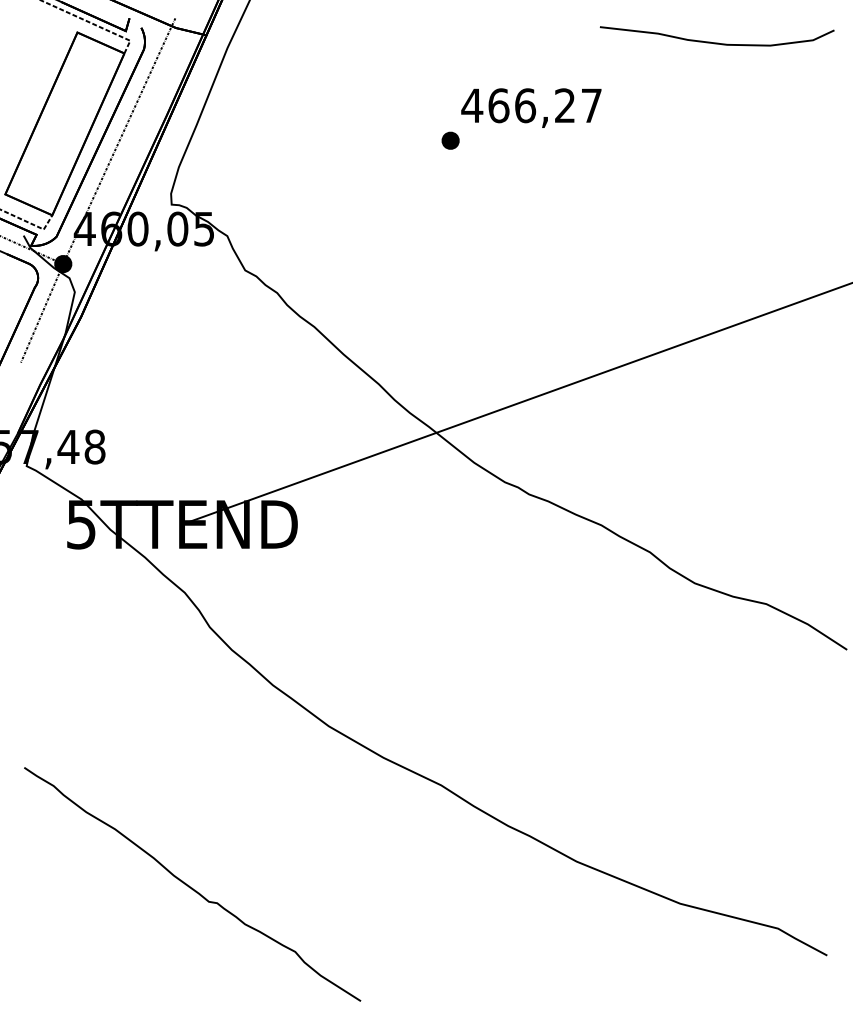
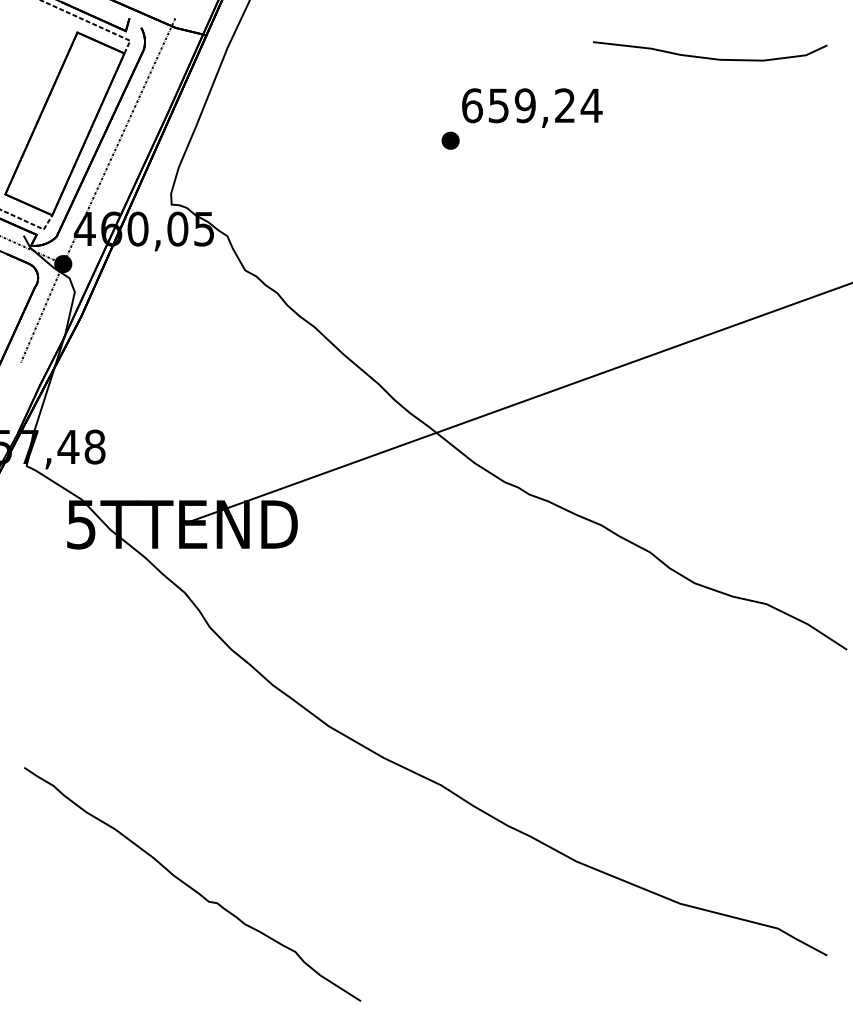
curve at (716, 42) position: (716, 42) -> (709, 57)
text at (531, 105): 466,27 -> 659,24
